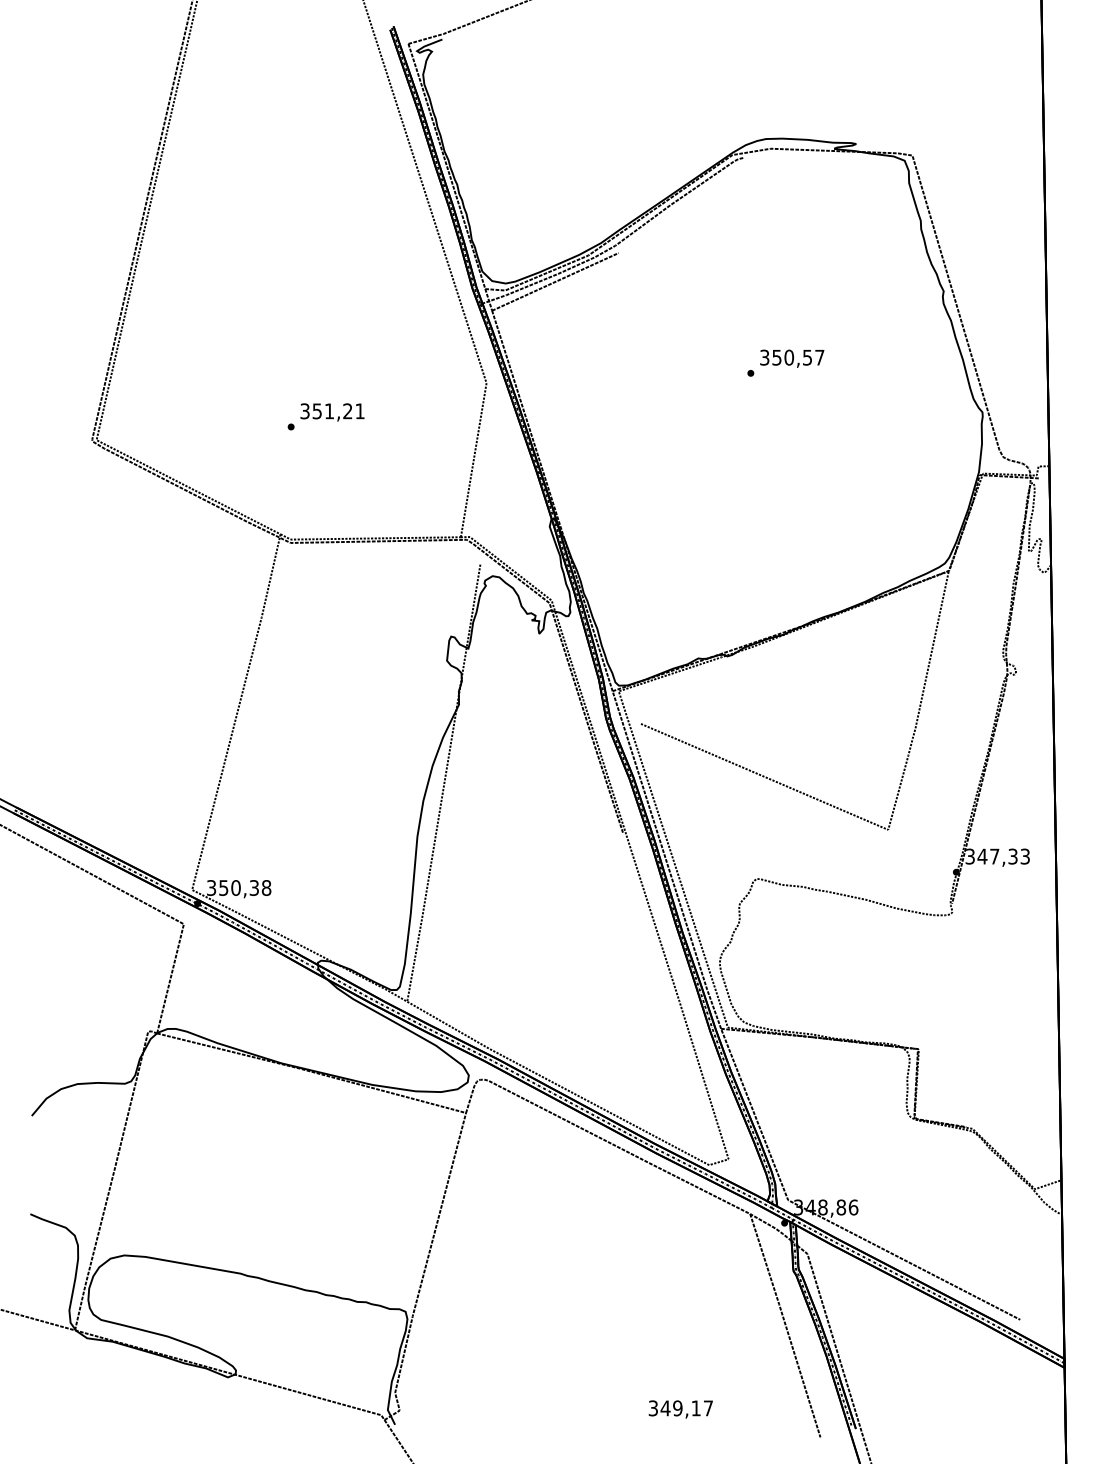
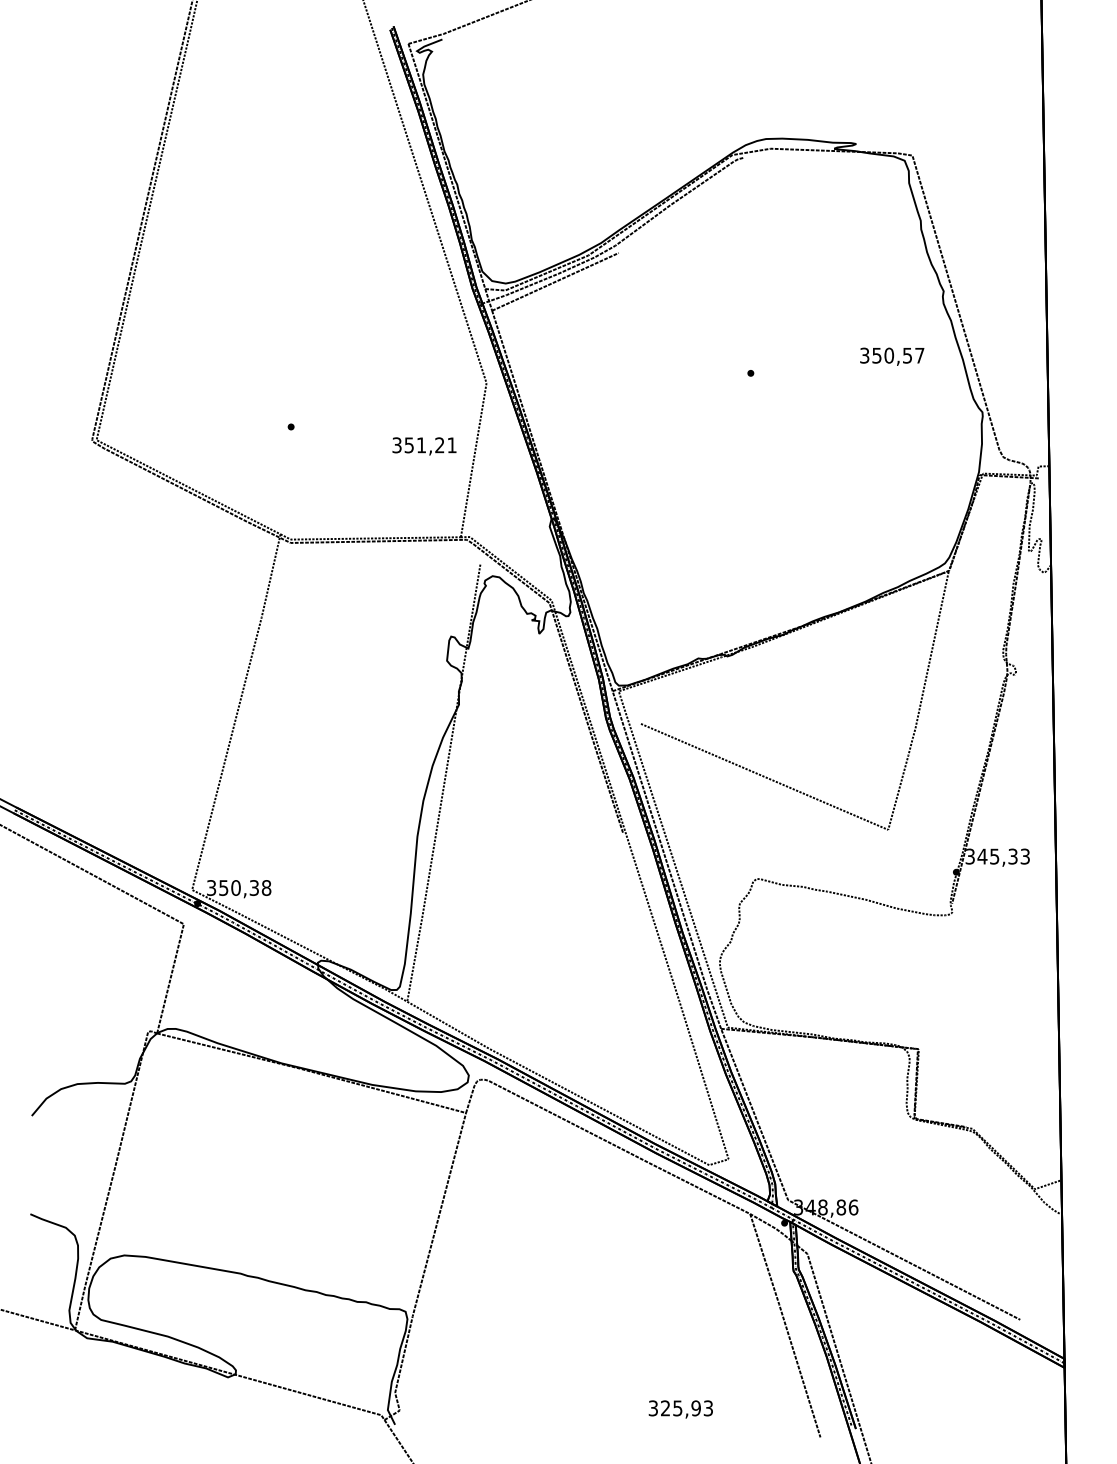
text at (792, 358) position: (792, 358) -> (892, 356)
text at (332, 412) position: (332, 412) -> (424, 446)
text at (994, 856): 347,33 -> 345,33
text at (686, 1408): 349,17 -> 325,93
